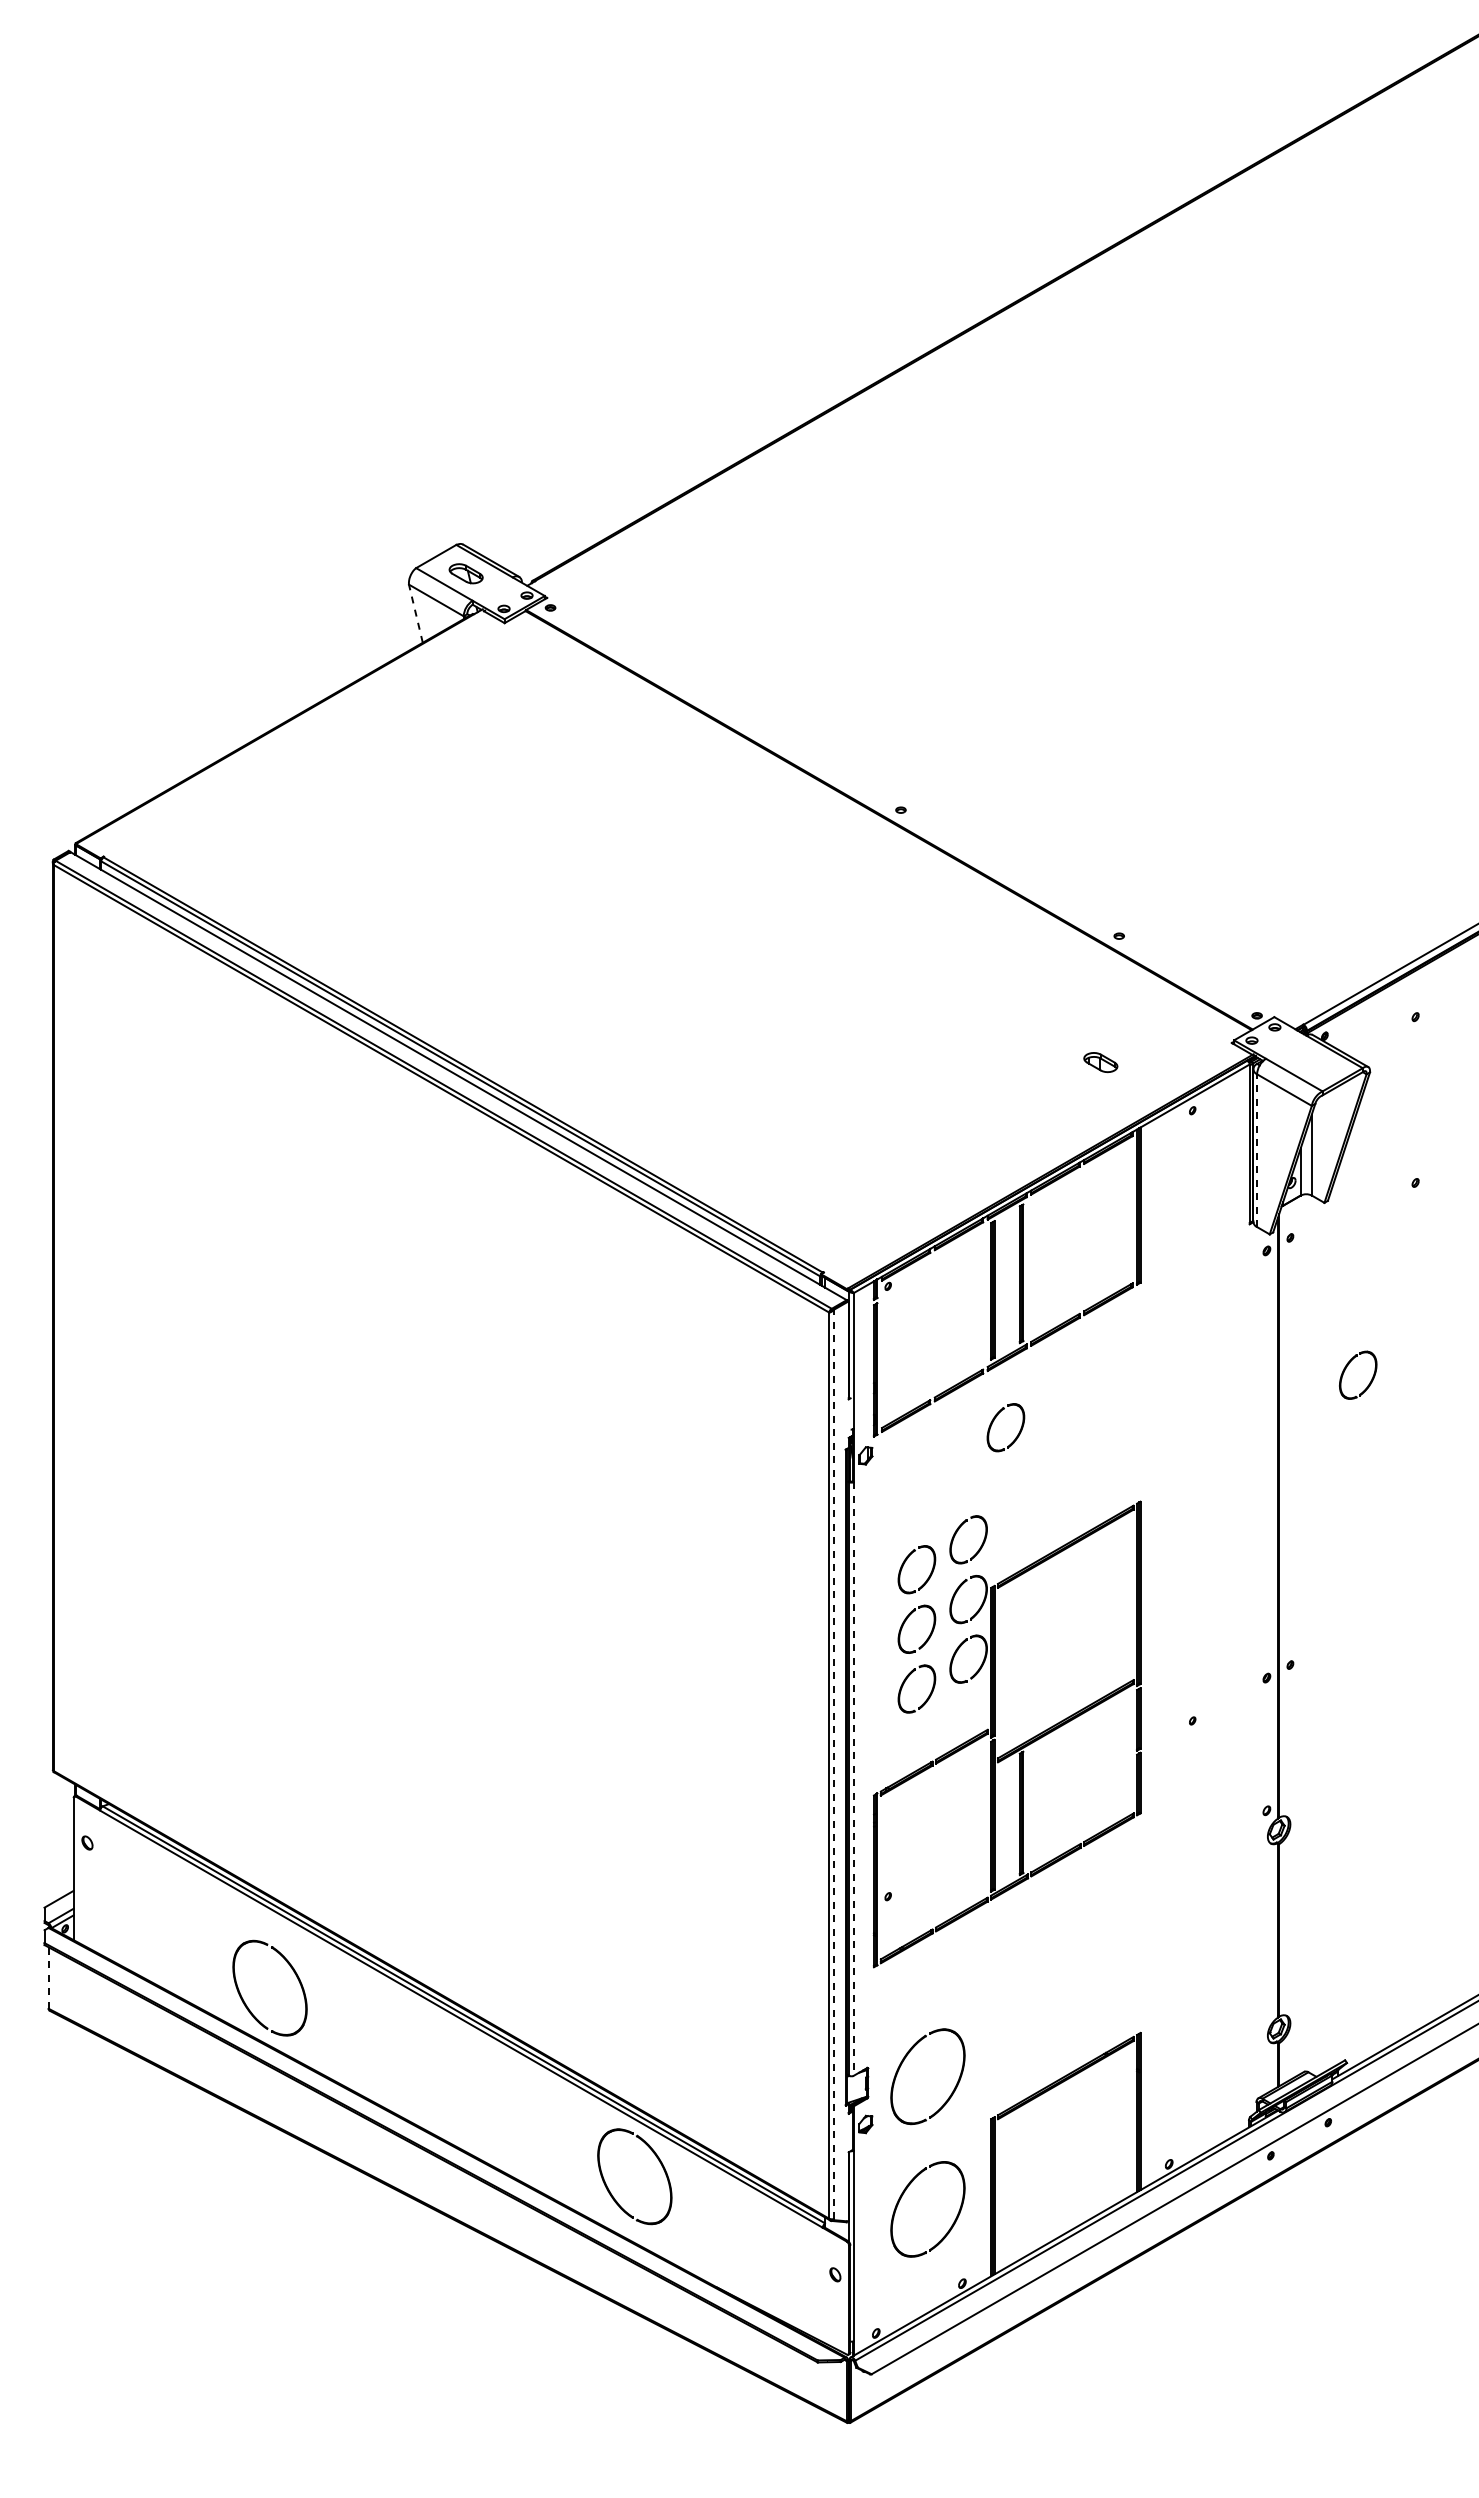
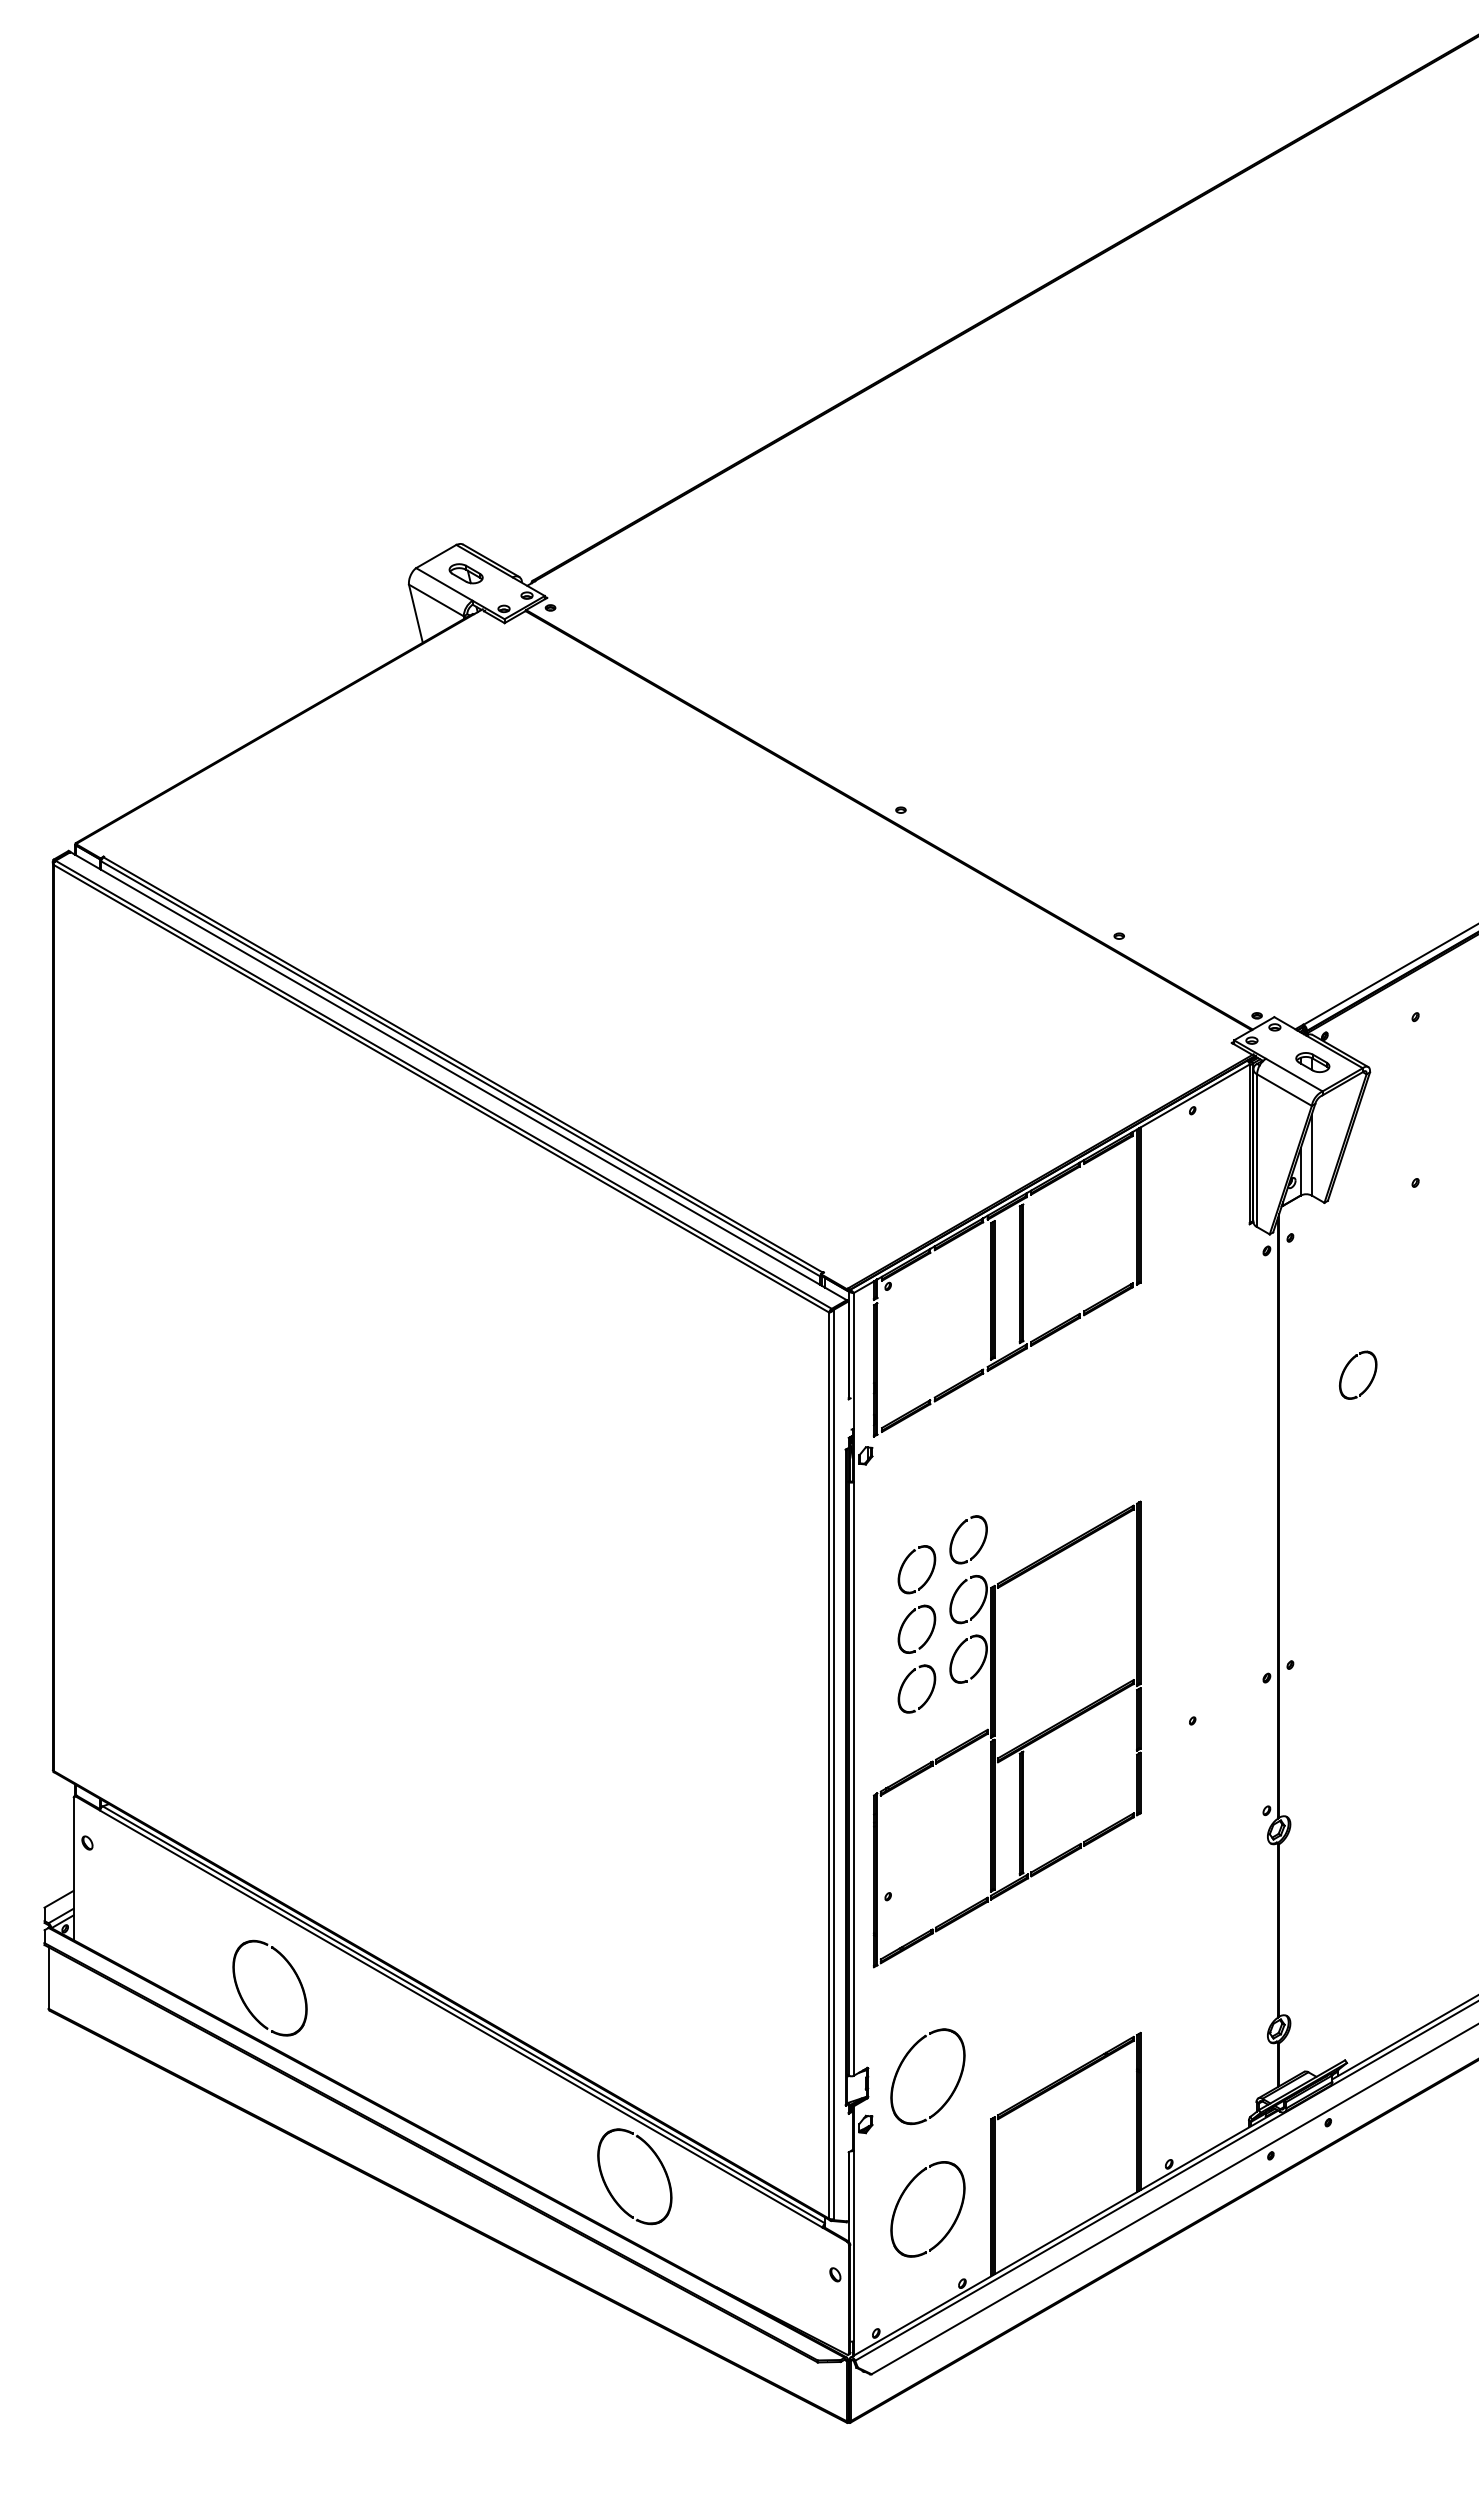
line at (415, 613): dashed -> solid
part at (1100, 1062) position: (1100, 1062) -> (1312, 1062)
line at (1257, 1150): dashed -> solid
part at (993, 1422): present -> none
line at (833, 1764): dashed -> solid
line at (853, 1778): dashed -> solid
line at (48, 1978): dashed -> solid
